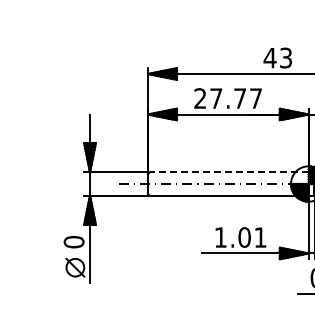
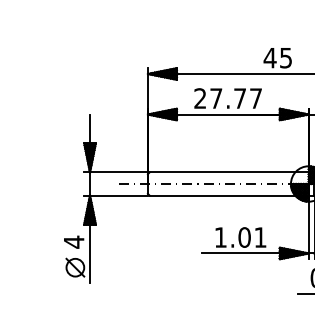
text at (285, 57): 43 -> 45
line at (229, 172): dashed -> solid
text at (73, 241): 0 -> 4
